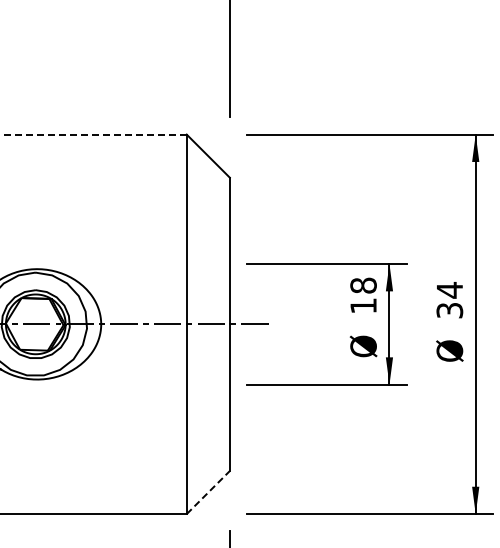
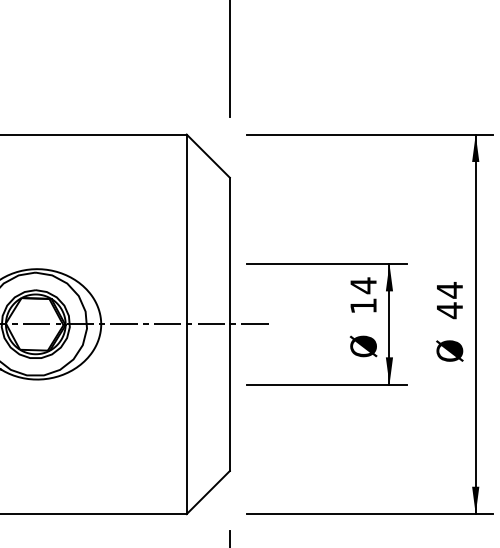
line at (92, 134): dashed -> solid
text at (363, 285): 18 -> 14
text at (449, 310): 34 -> 44
line at (208, 492): dashed -> solid
